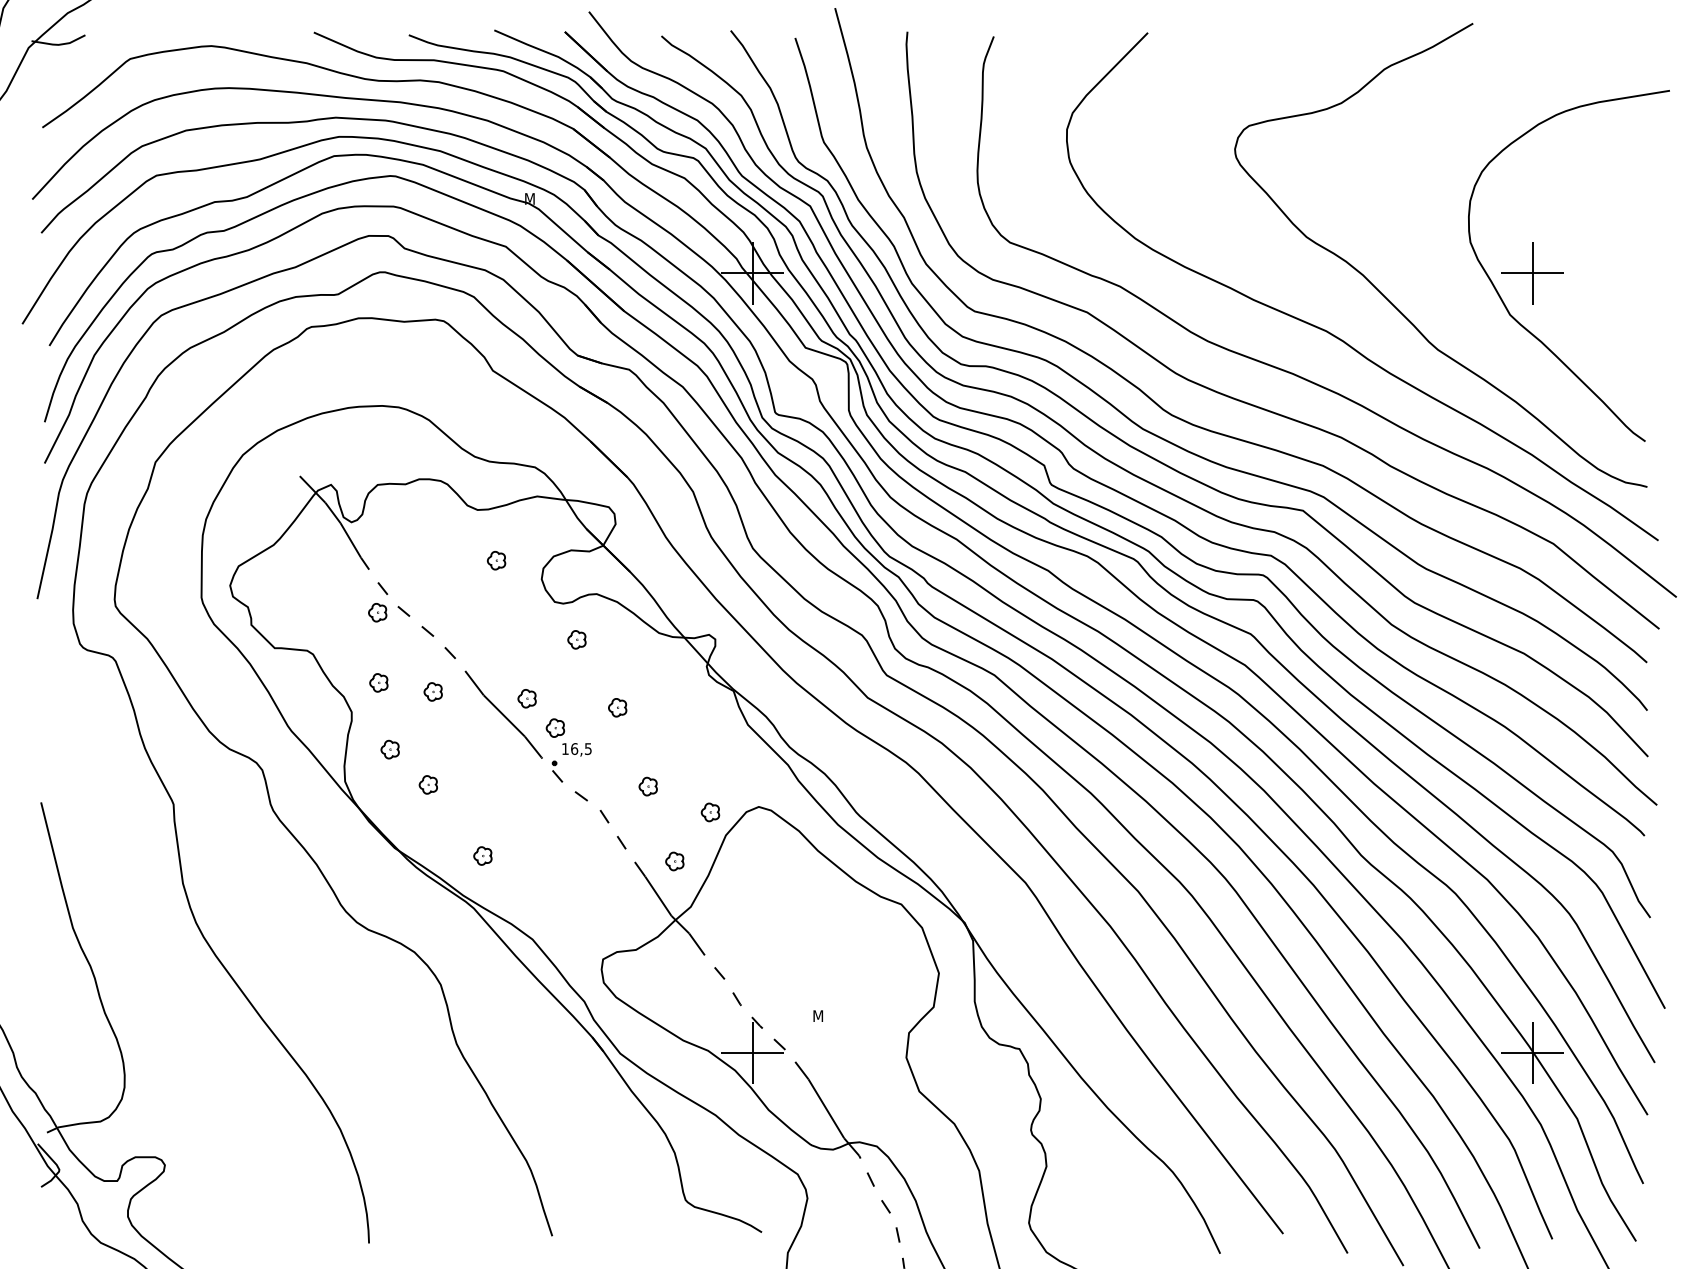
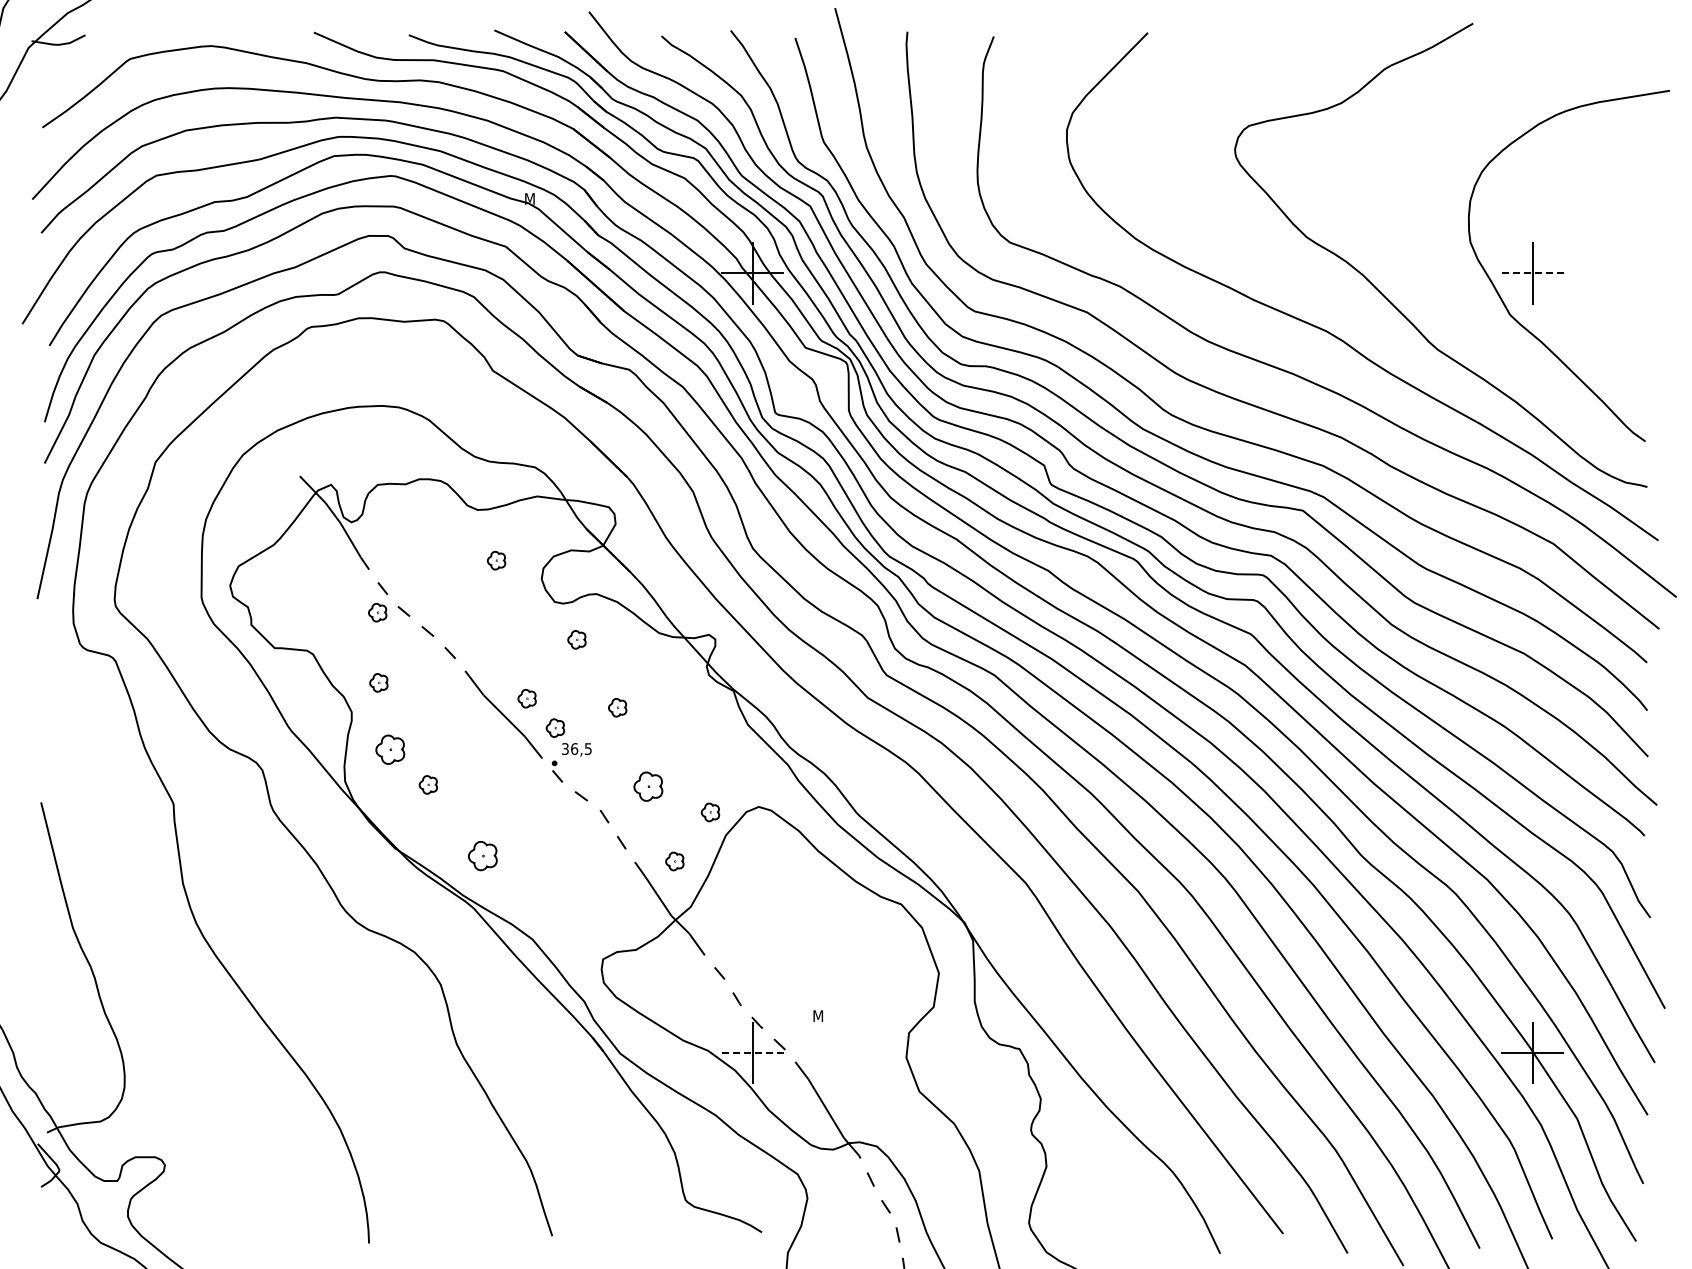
line at (1532, 273): solid -> dashed
part at (432, 691): present -> none
part at (389, 749) size: 20x21 px -> 31x31 px
text at (565, 749): 16,5 -> 36,5
part at (647, 786) size: 20x21 px -> 31x31 px
part at (482, 855) size: 20x20 px -> 30x31 px
line at (752, 1053): solid -> dashed
